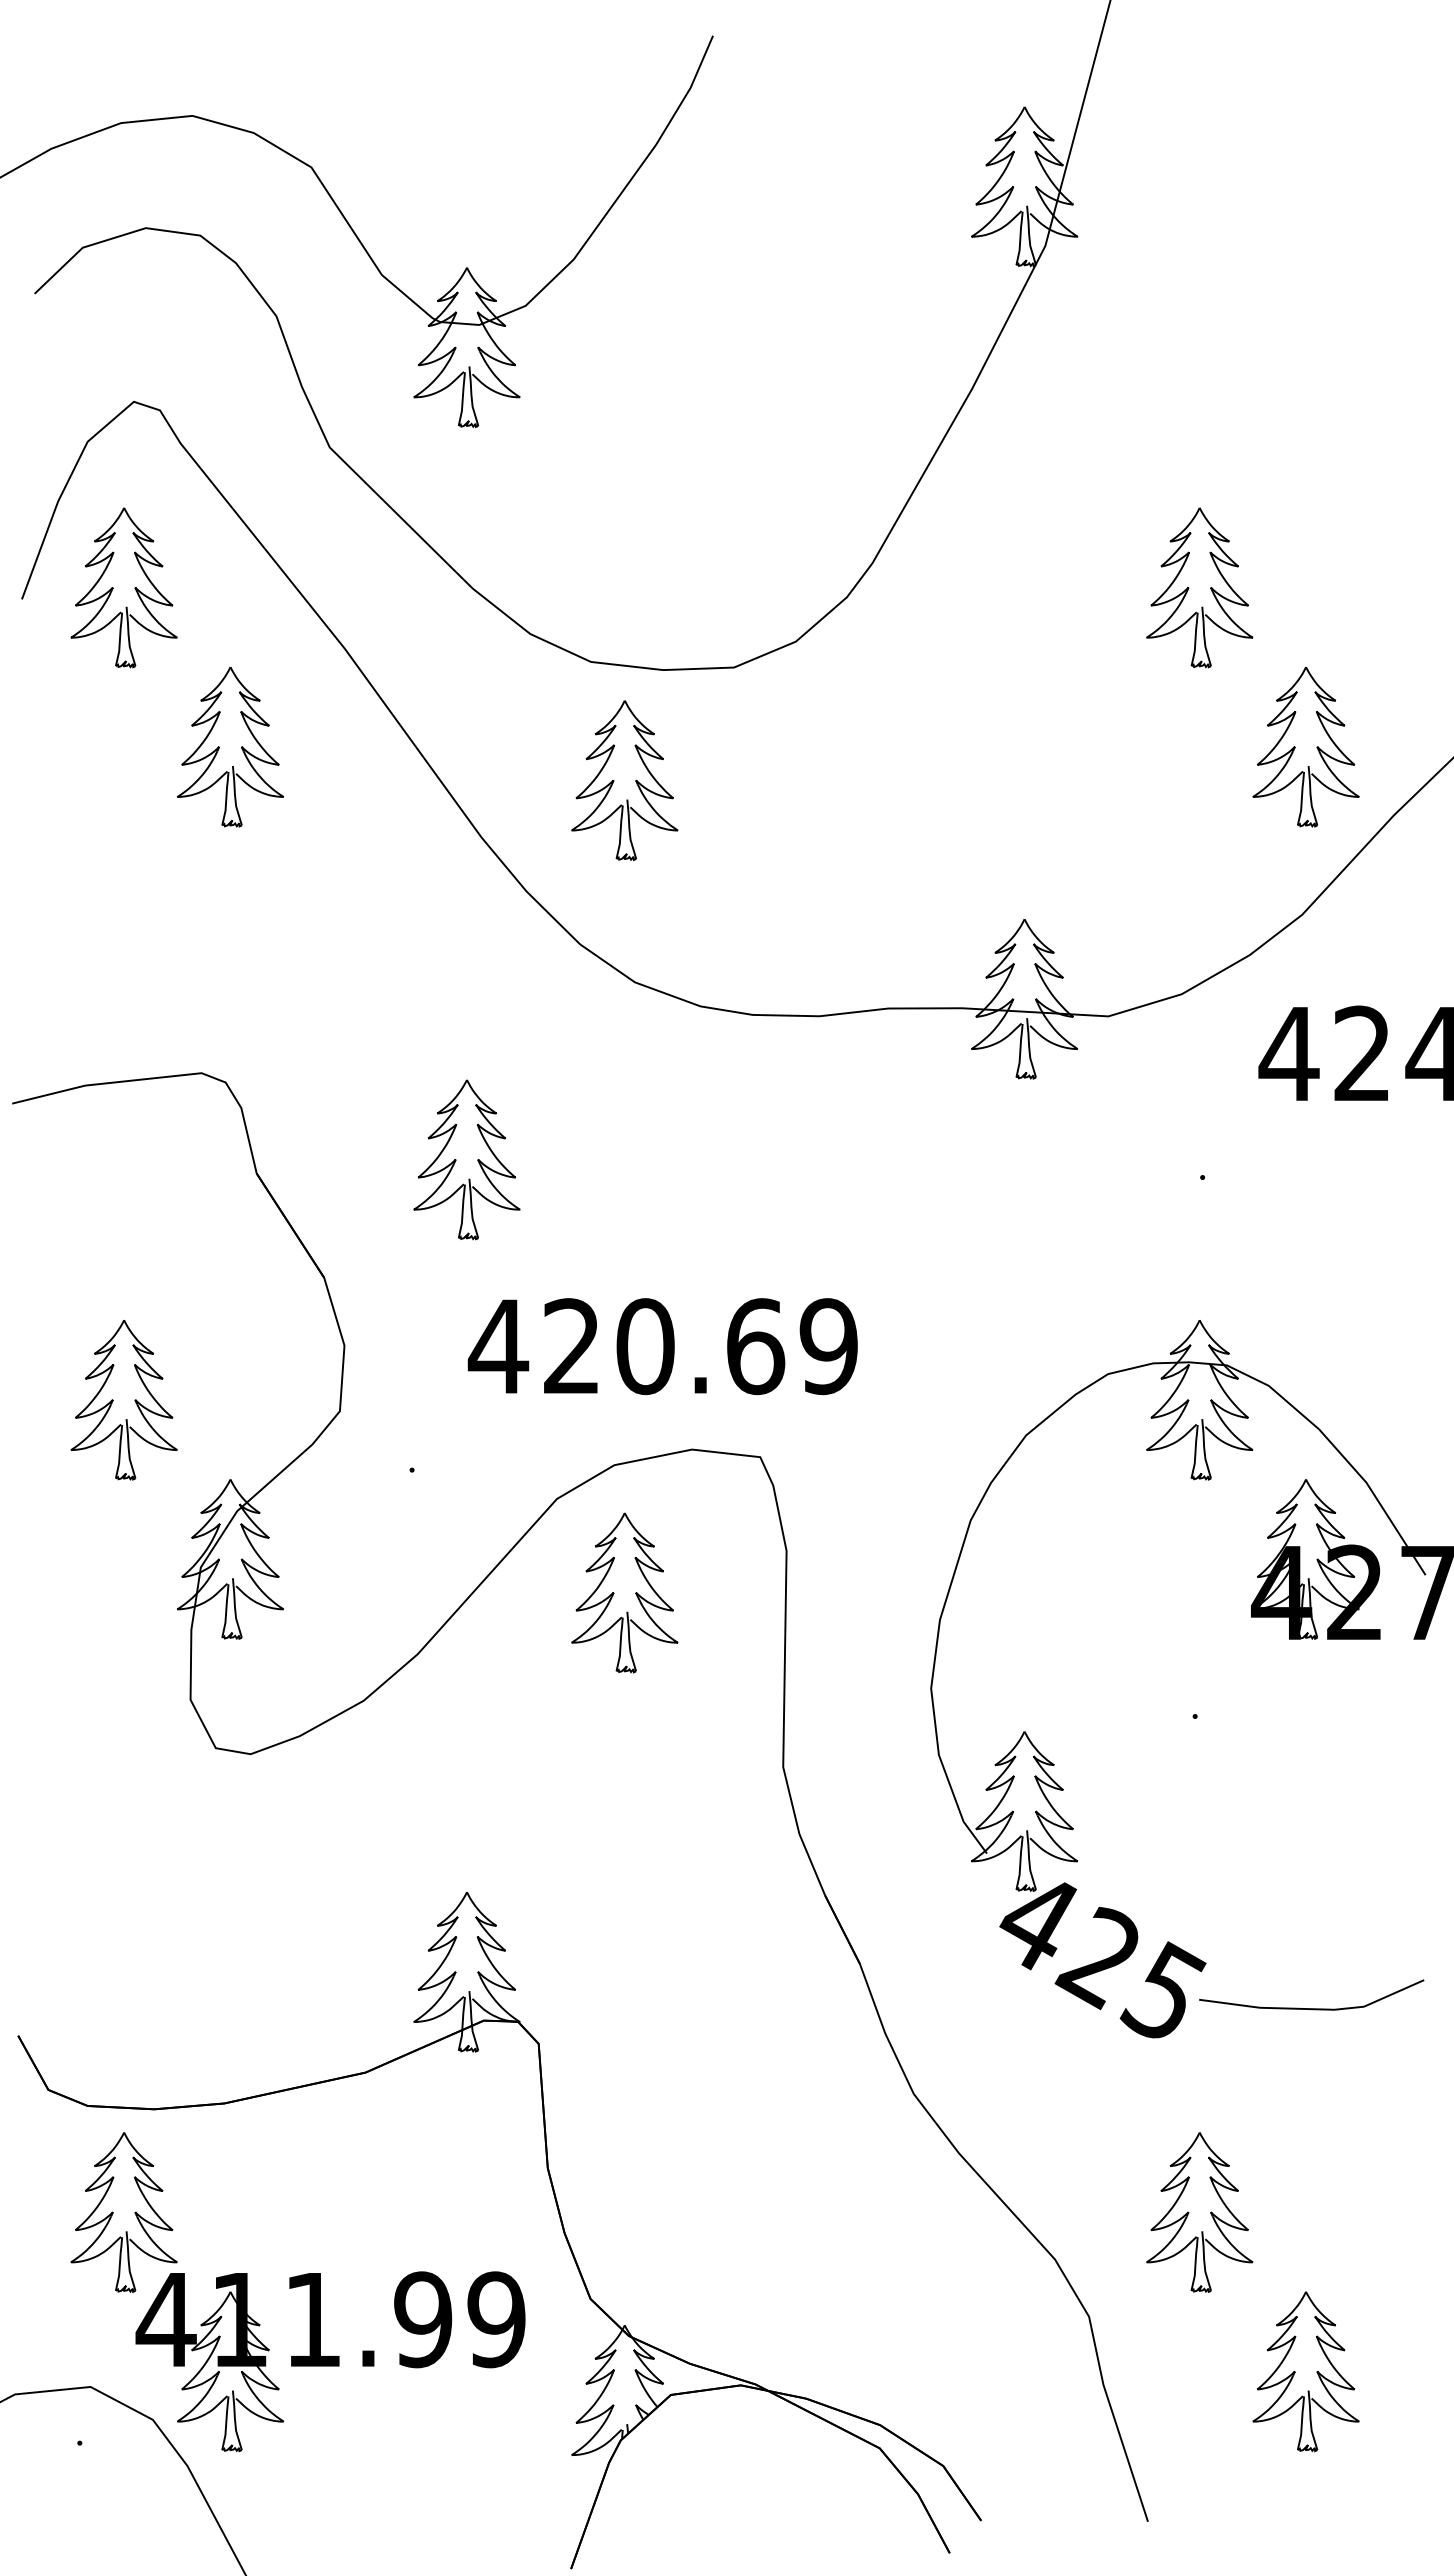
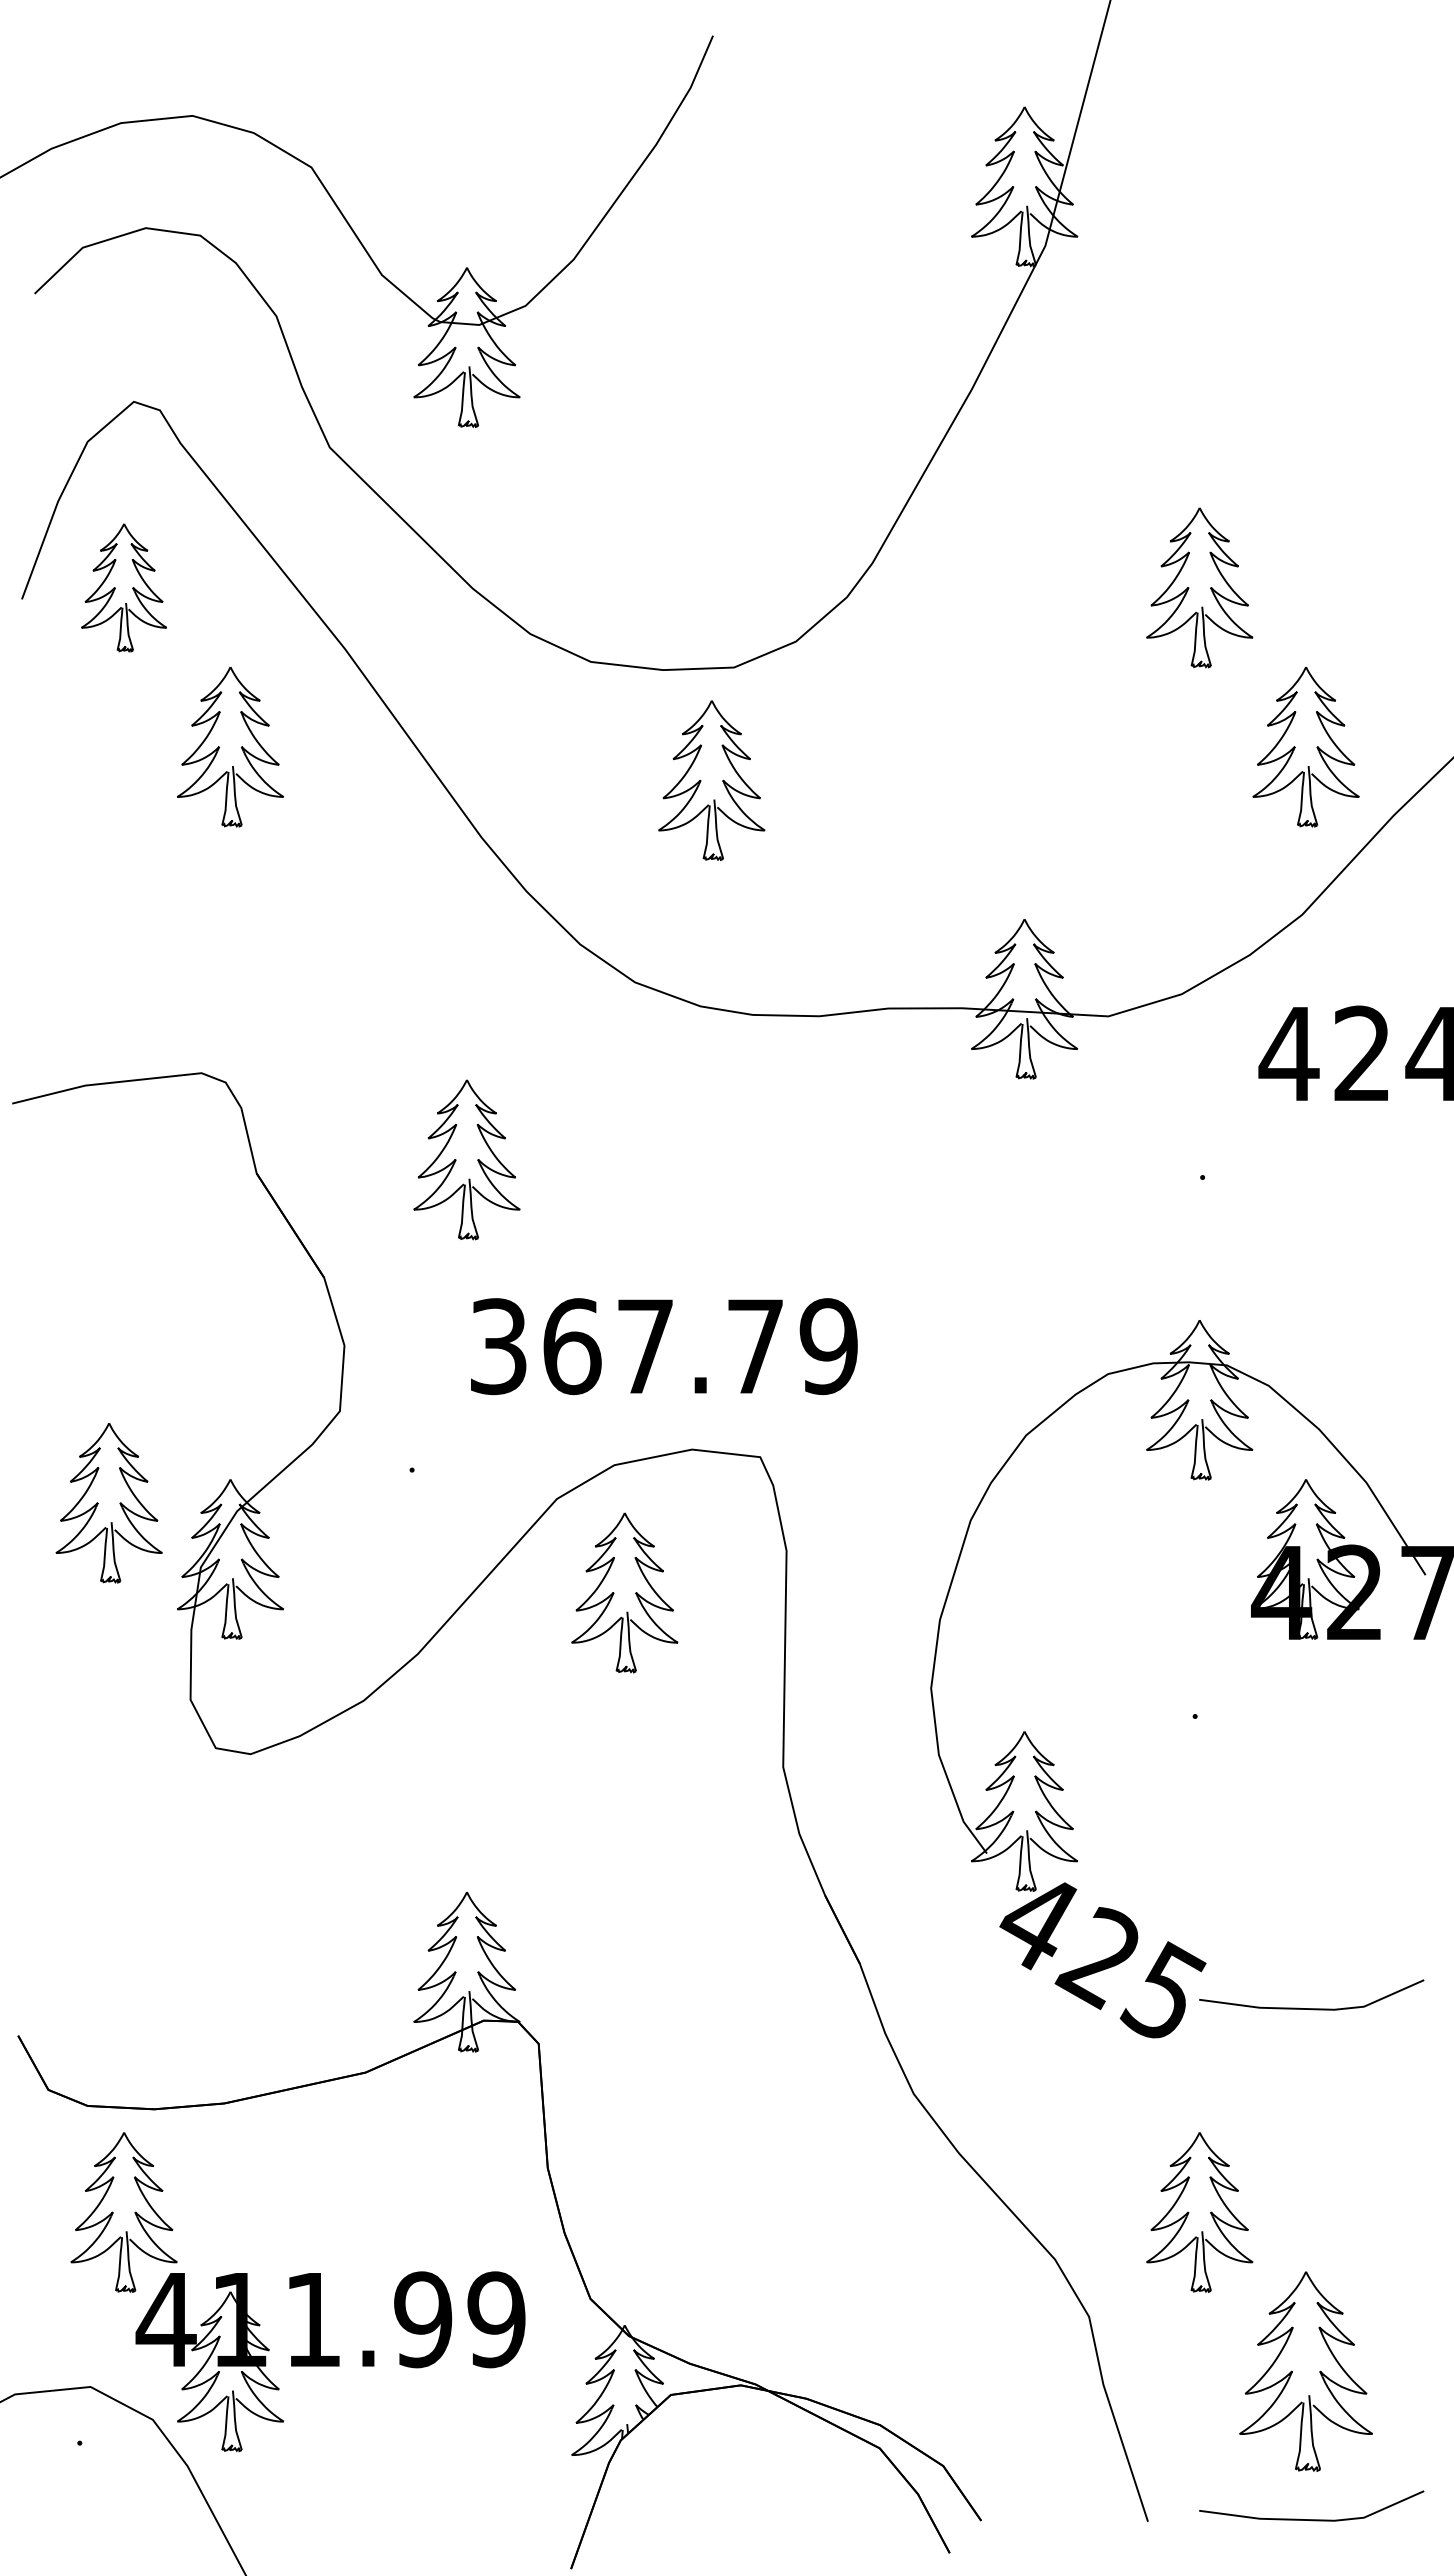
part at (123, 587) size: 108x162 px -> 86x130 px
part at (624, 780) position: (624, 780) -> (711, 780)
text at (626, 1346): 420.69 -> 367.79
part at (123, 1400) position: (123, 1400) -> (108, 1503)
part at (1305, 2371) size: 108x162 px -> 134x201 px
line at (1311, 2519): none -> present
